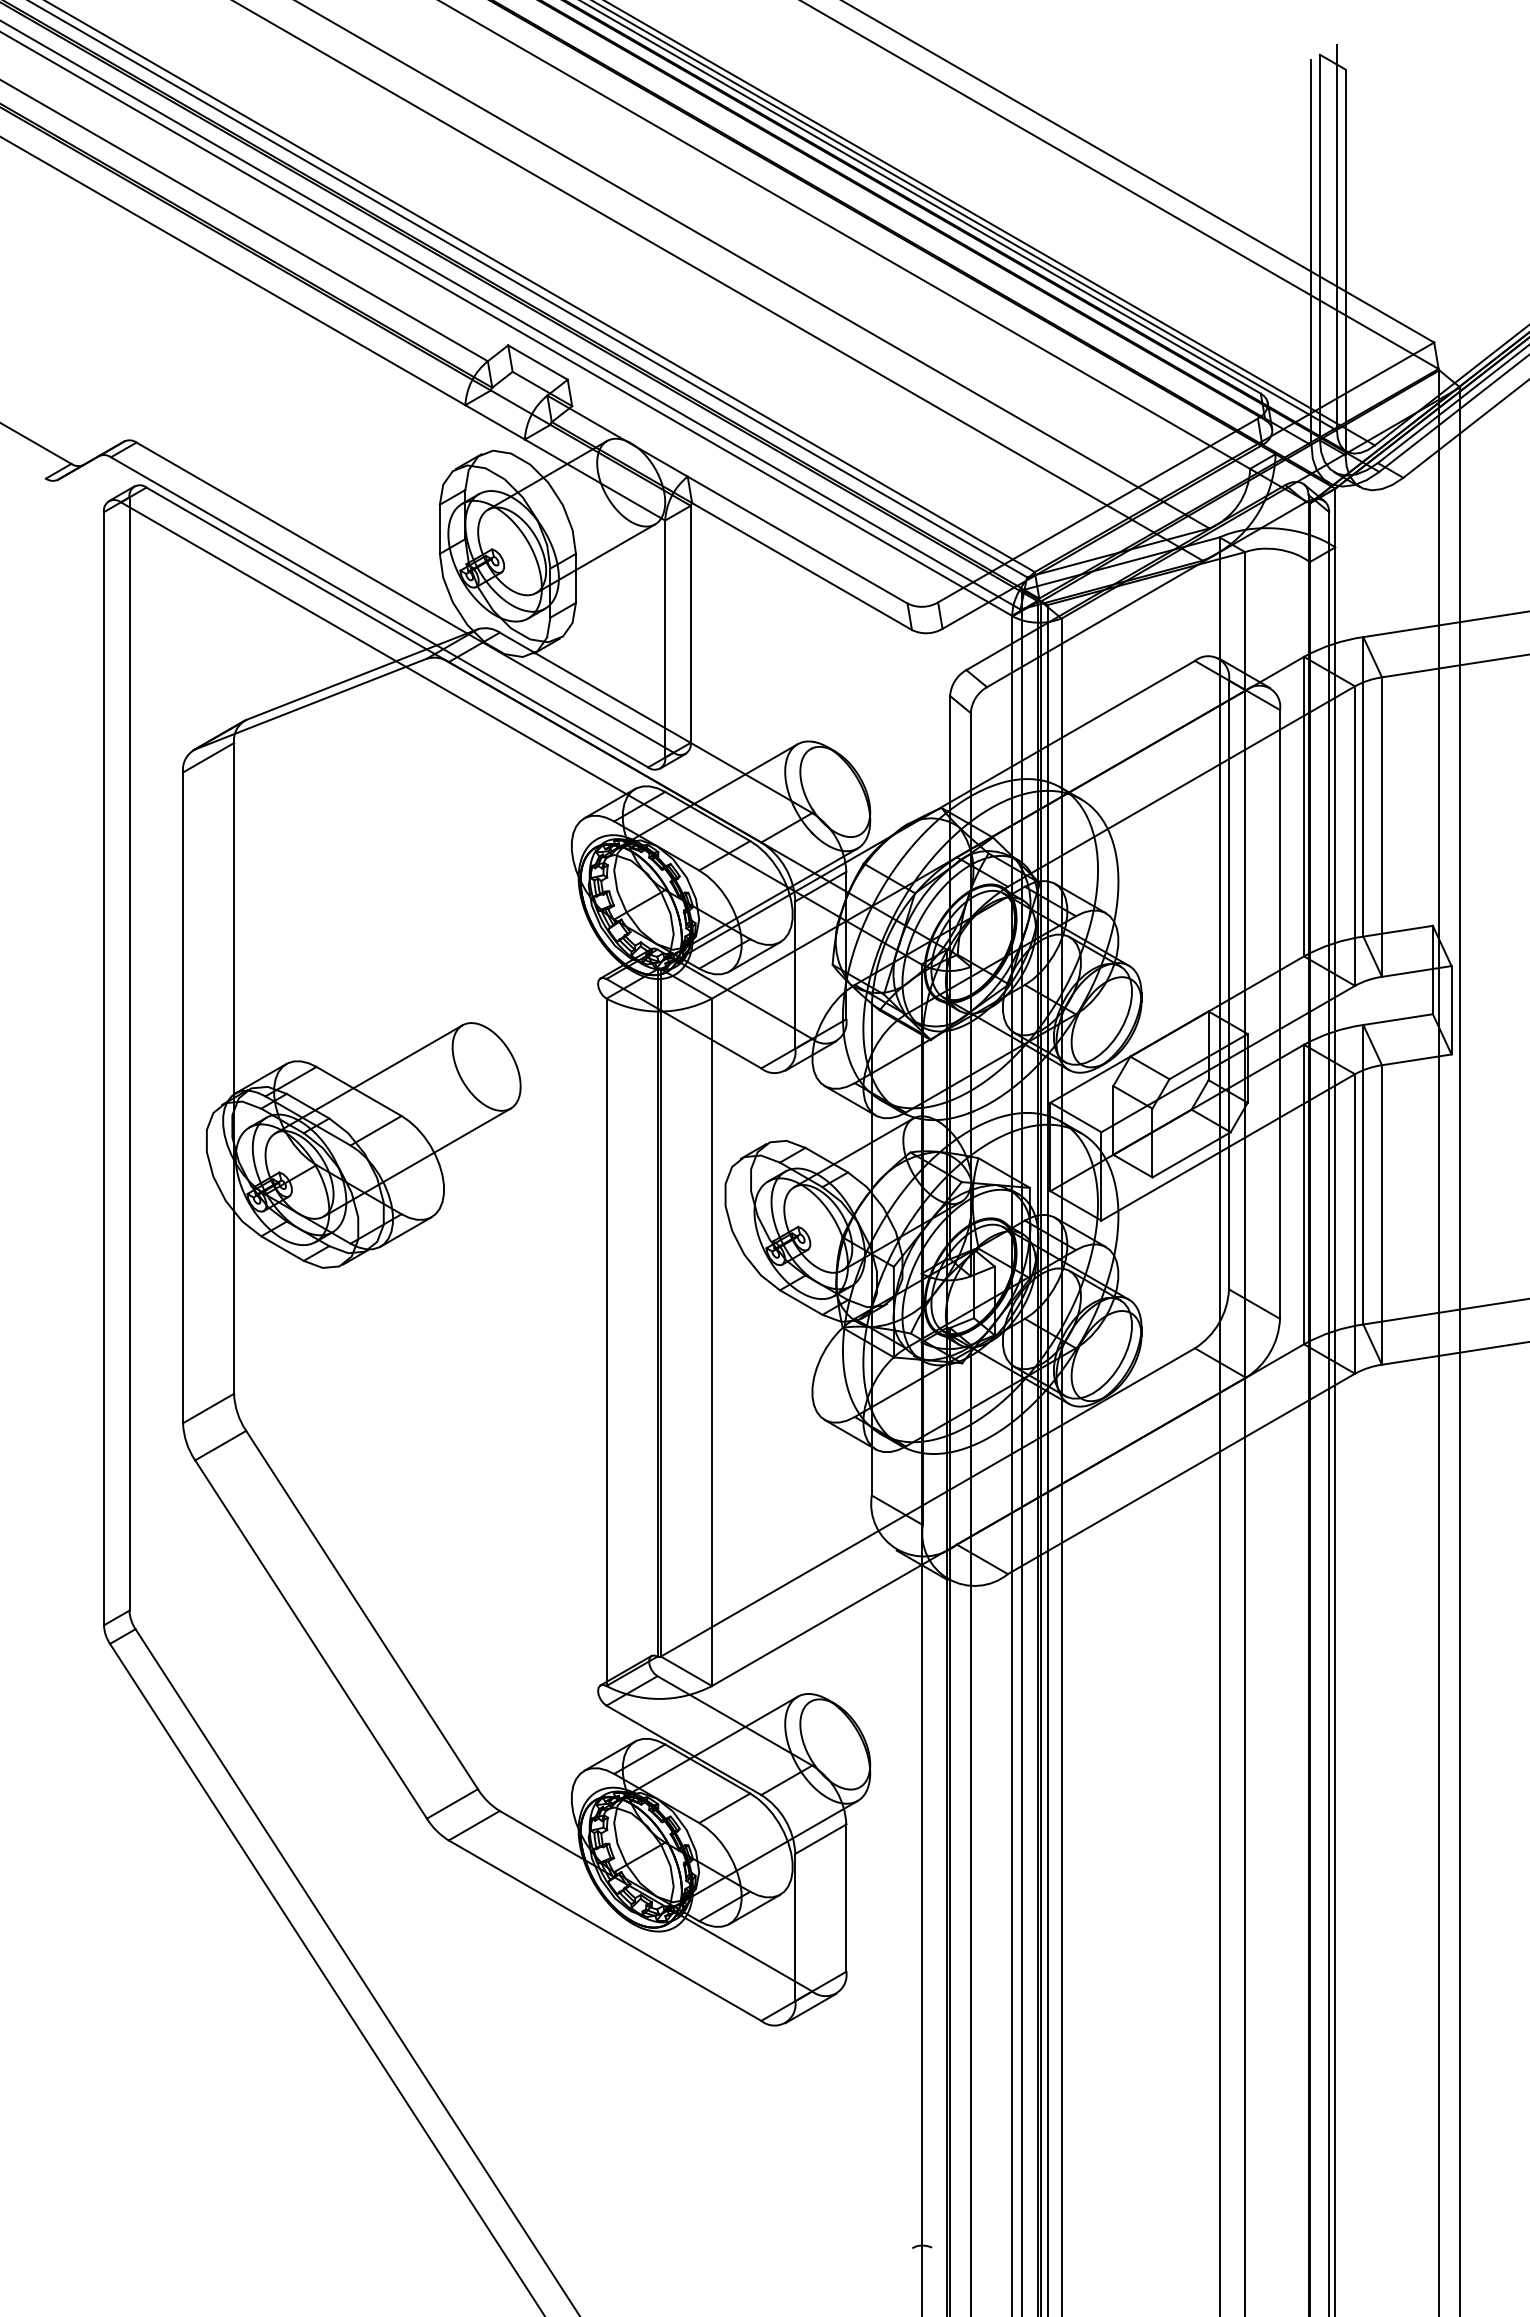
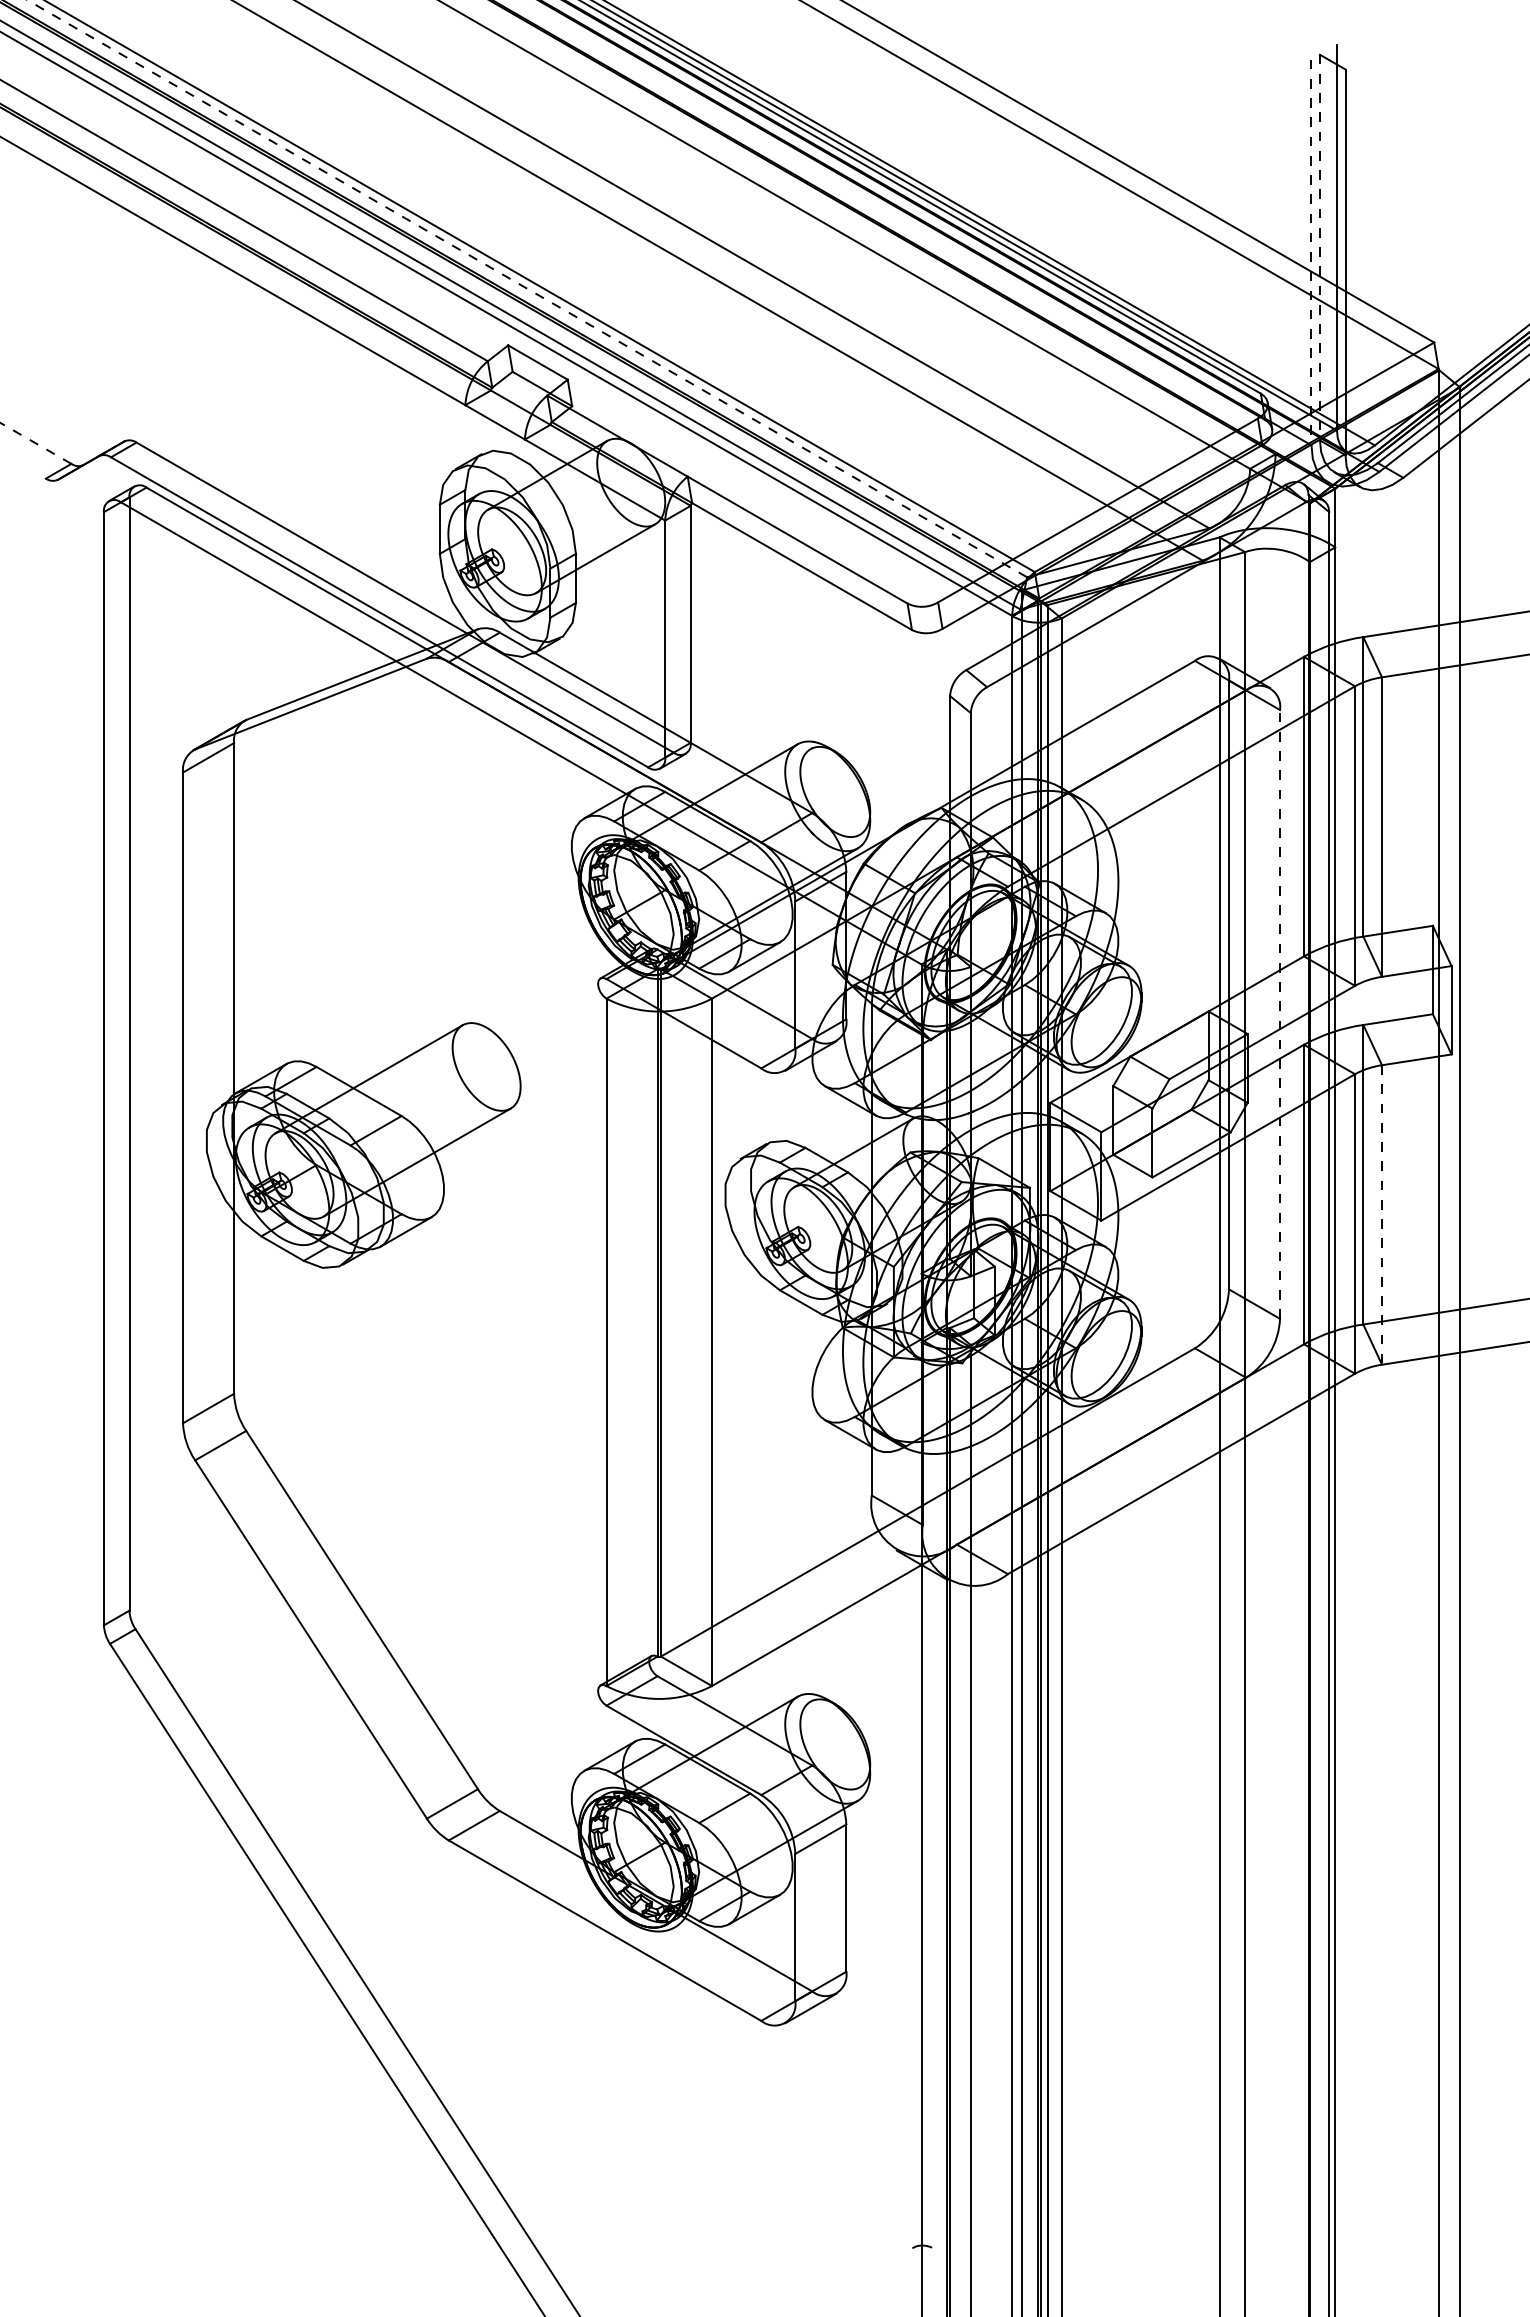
line at (1319, 247): solid -> dashed
line at (1311, 252): solid -> dashed
line at (526, 288): solid -> dashed
line at (35, 443): solid -> dashed
line at (1280, 1013): solid -> dashed
line at (1382, 1214): solid -> dashed
